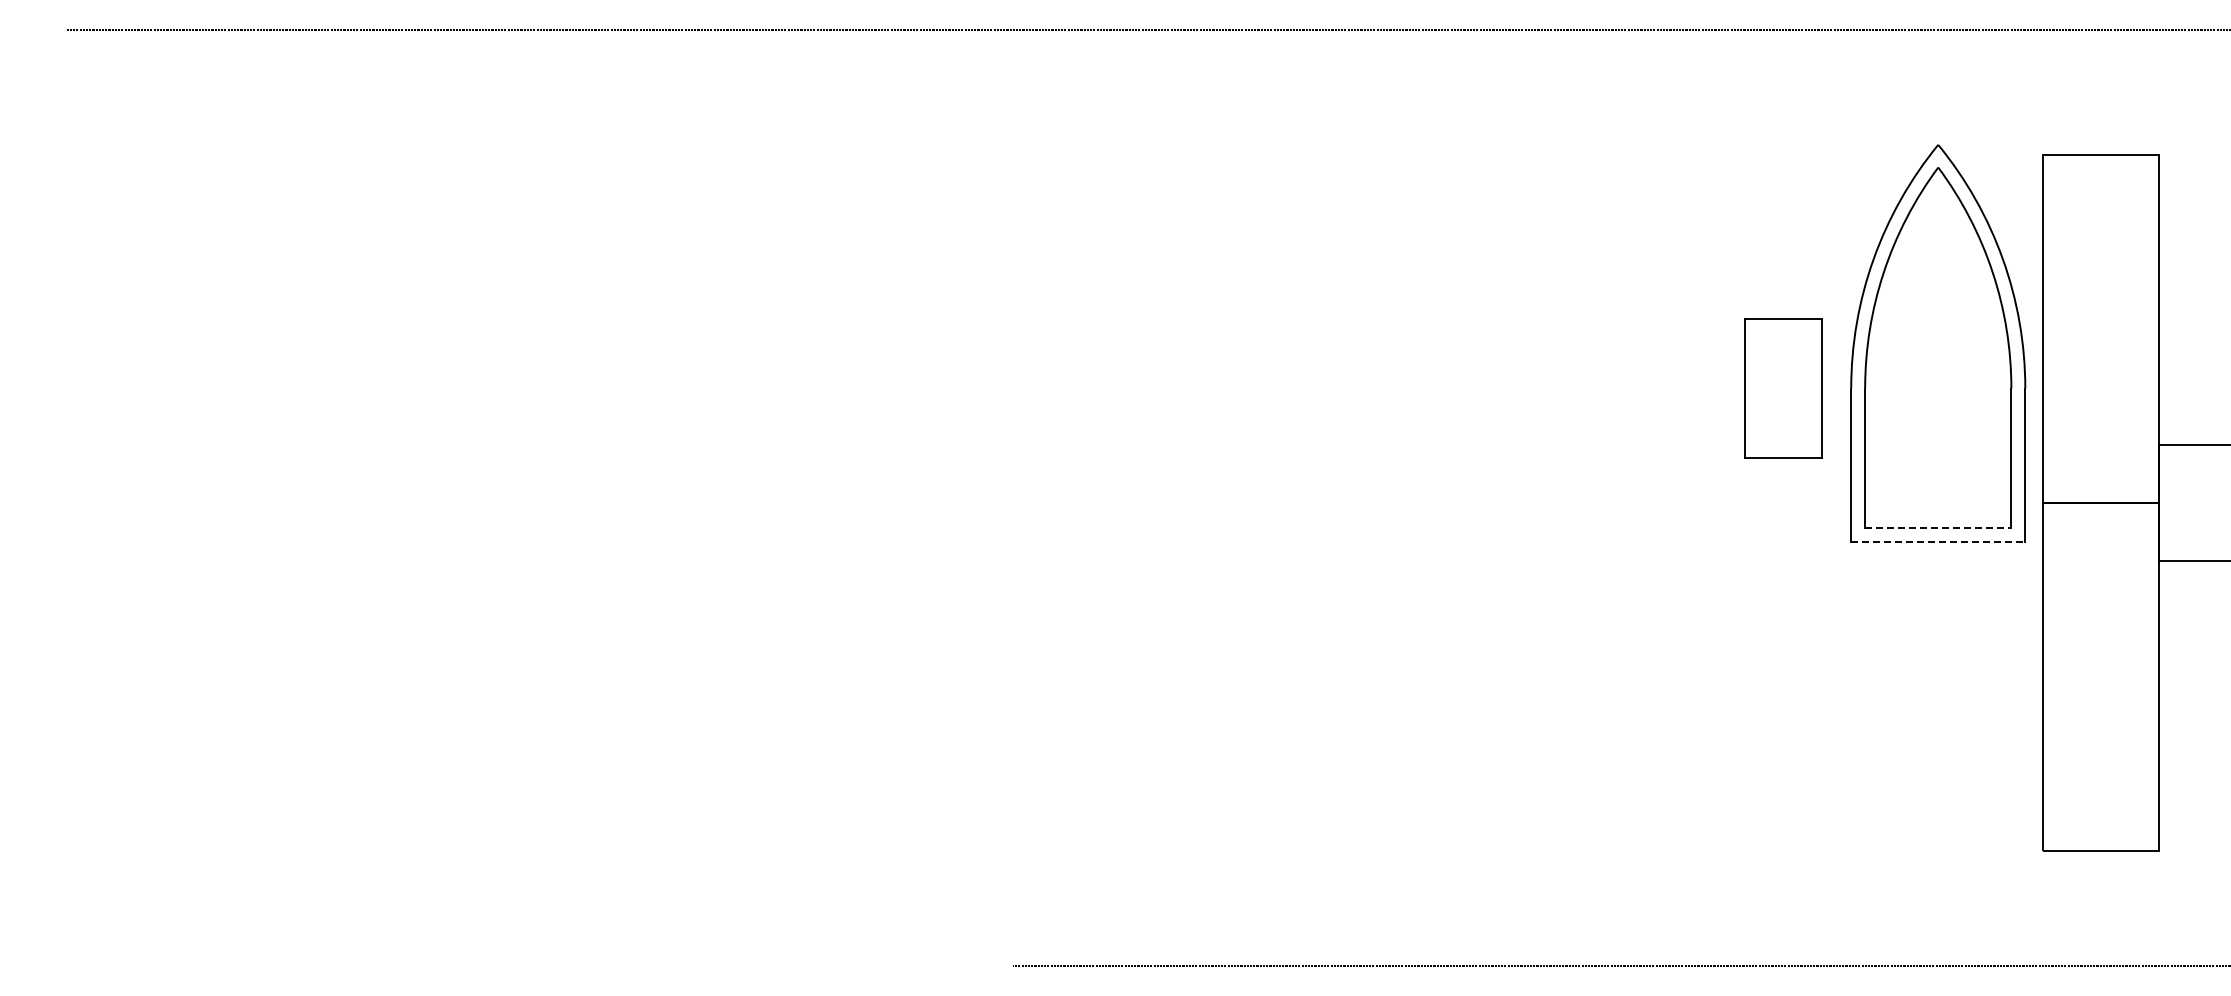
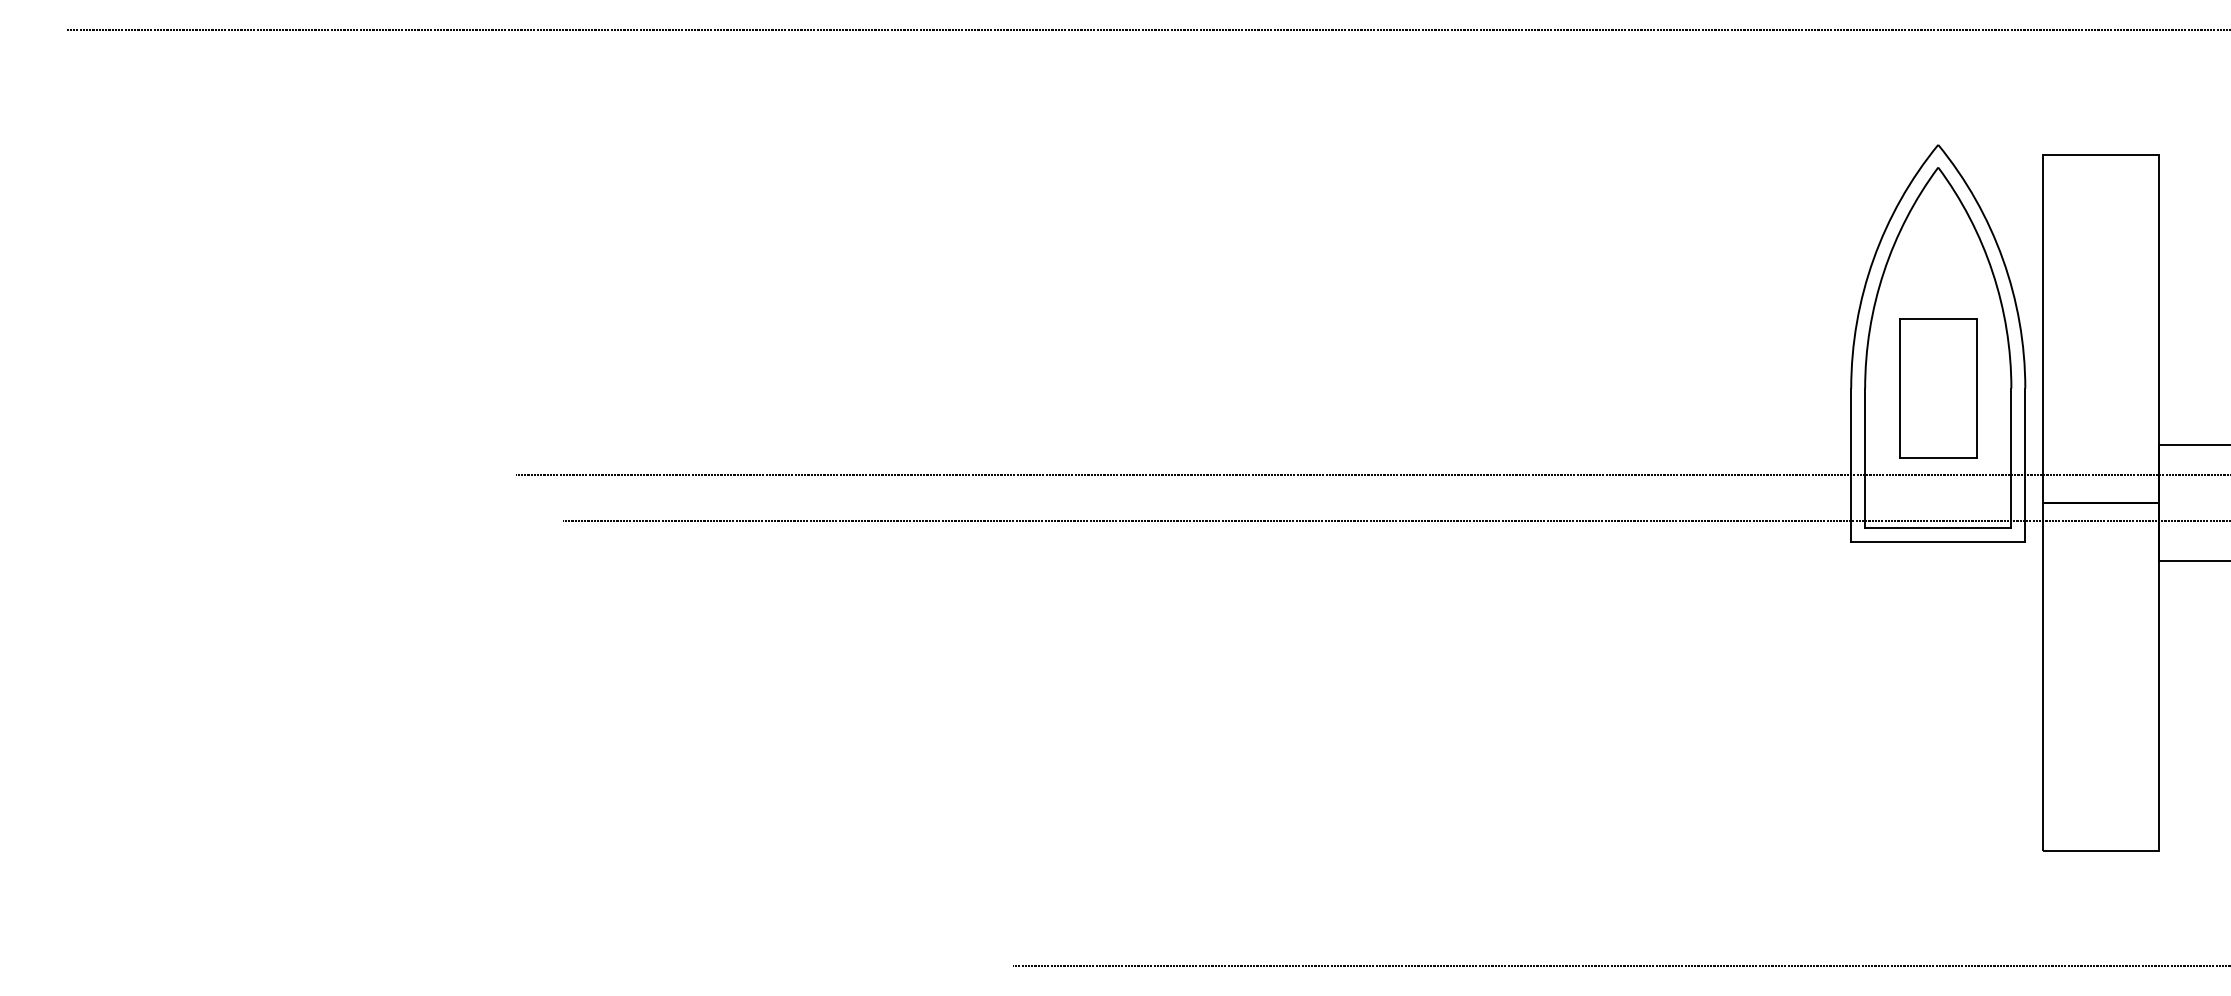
part at (1783, 388) position: (1783, 388) -> (1938, 388)
line at (1371, 474): none -> present
line at (1395, 521): none -> present
line at (1938, 527): dashed -> solid
line at (1938, 541): dashed -> solid
